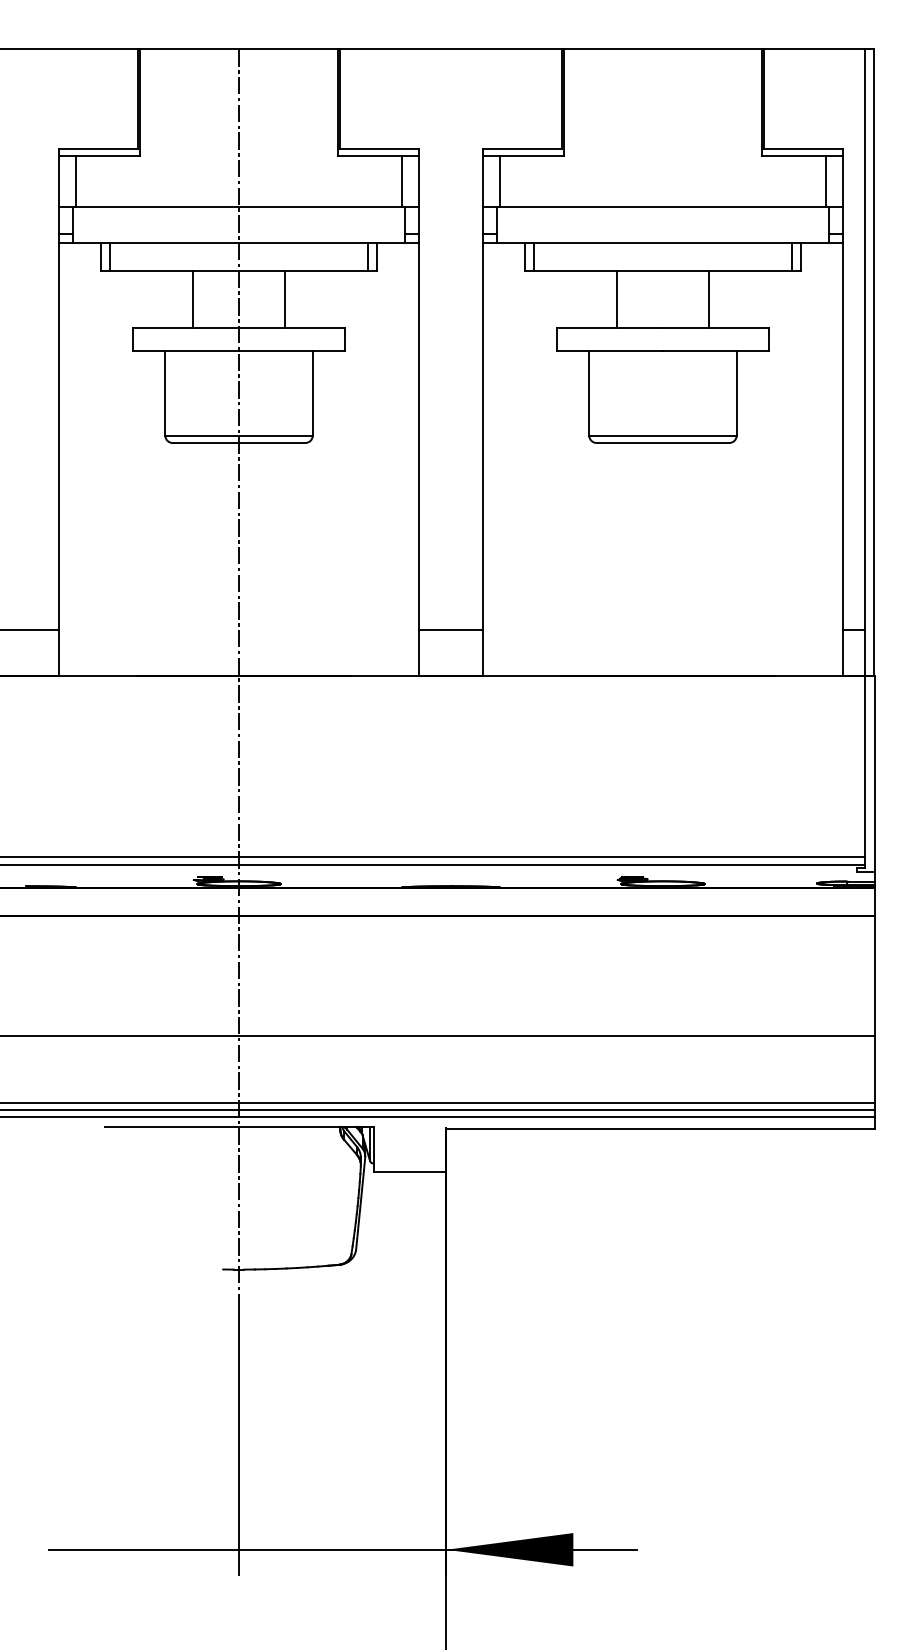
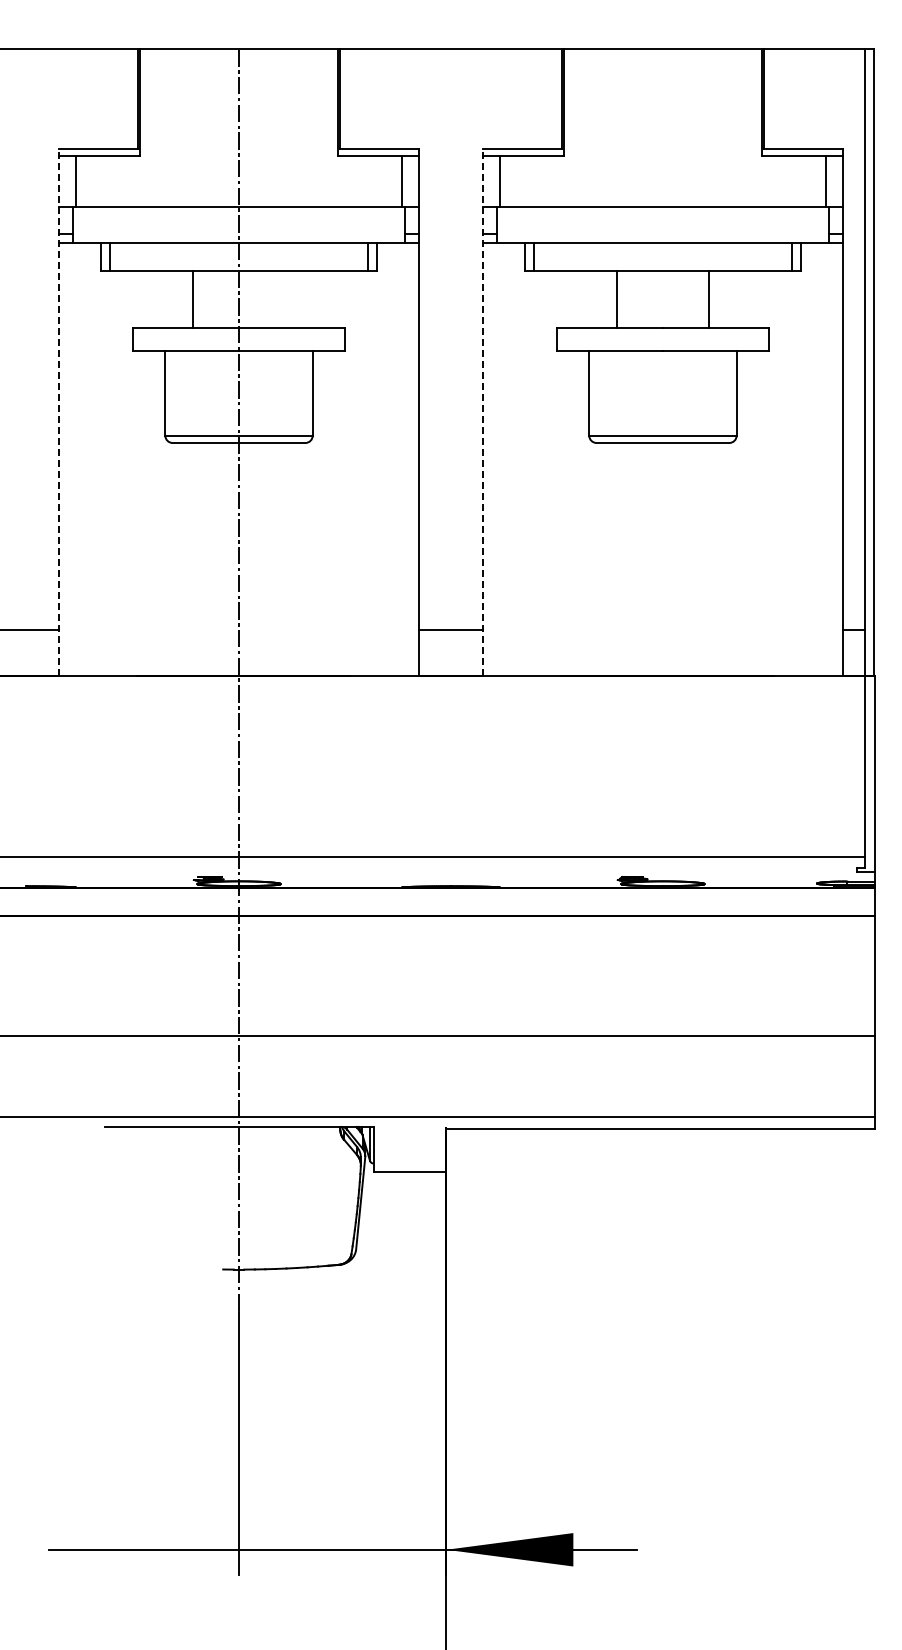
line at (285, 298): present -> none
line at (59, 412): solid -> dashed
line at (483, 412): solid -> dashed
line at (433, 864): present -> none
line at (438, 1102): present -> none
line at (438, 1109): present -> none
